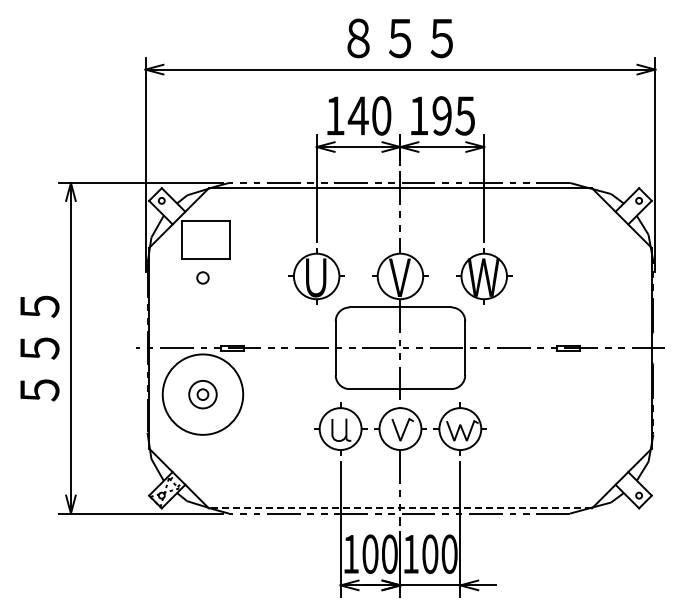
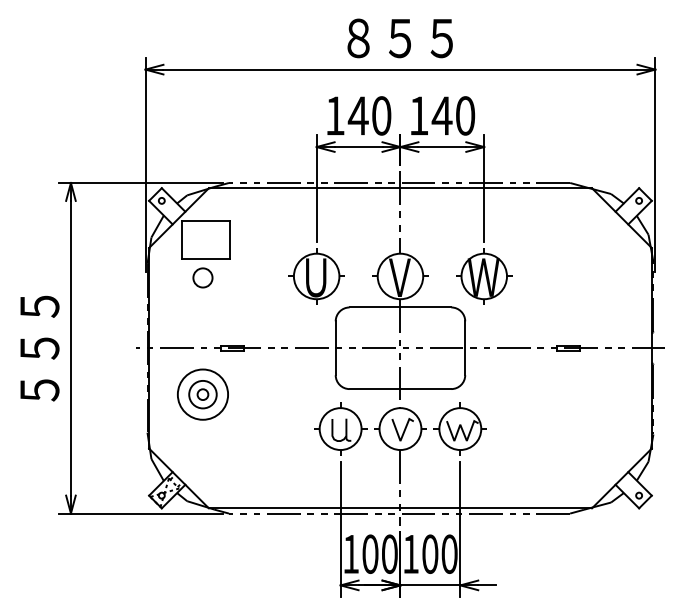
text at (453, 115): 195 -> 140
circle at (202, 277) size: 14x14 px -> 22x22 px
circle at (202, 394) diameter: 80 px -> 50 px
line at (400, 508): dashed -> solid
